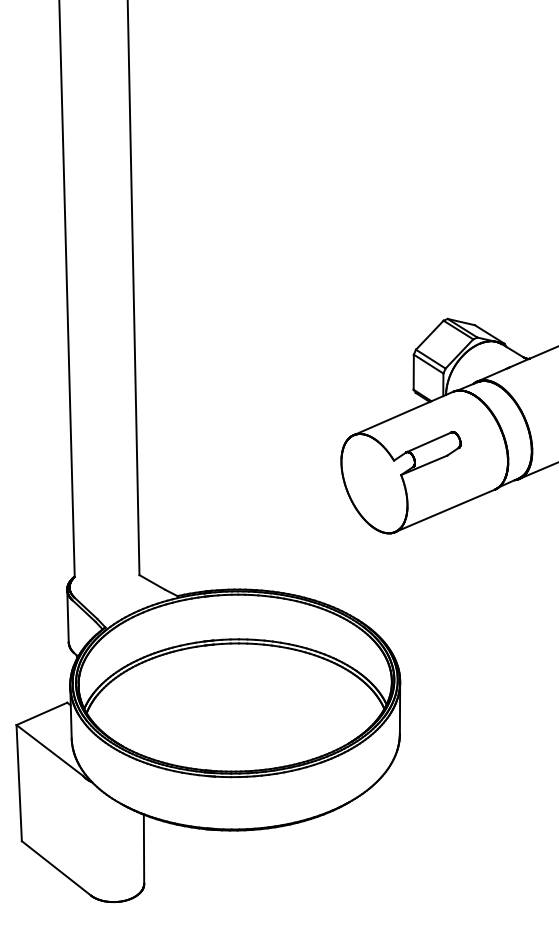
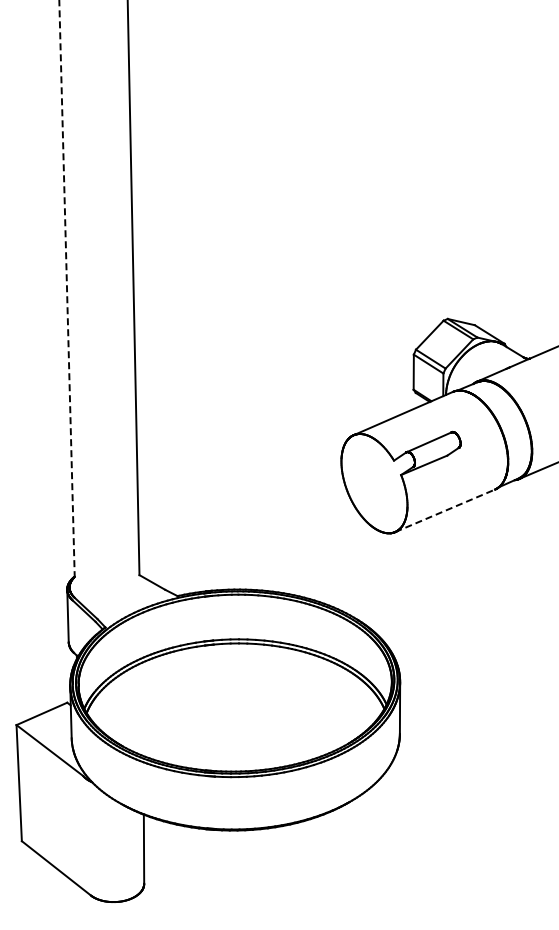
line at (67, 289): solid -> dashed
line at (445, 510): solid -> dashed
